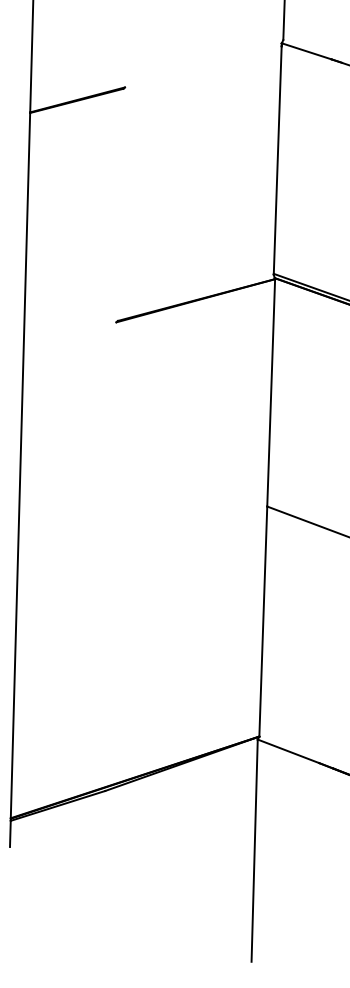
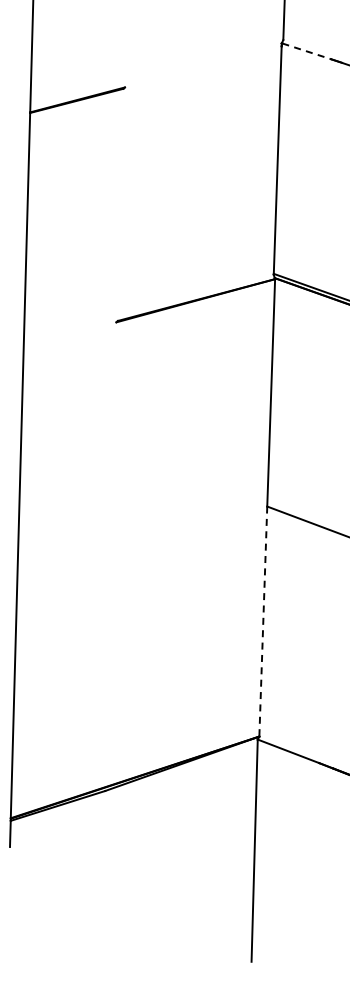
line at (307, 51): solid -> dashed
line at (263, 622): solid -> dashed
